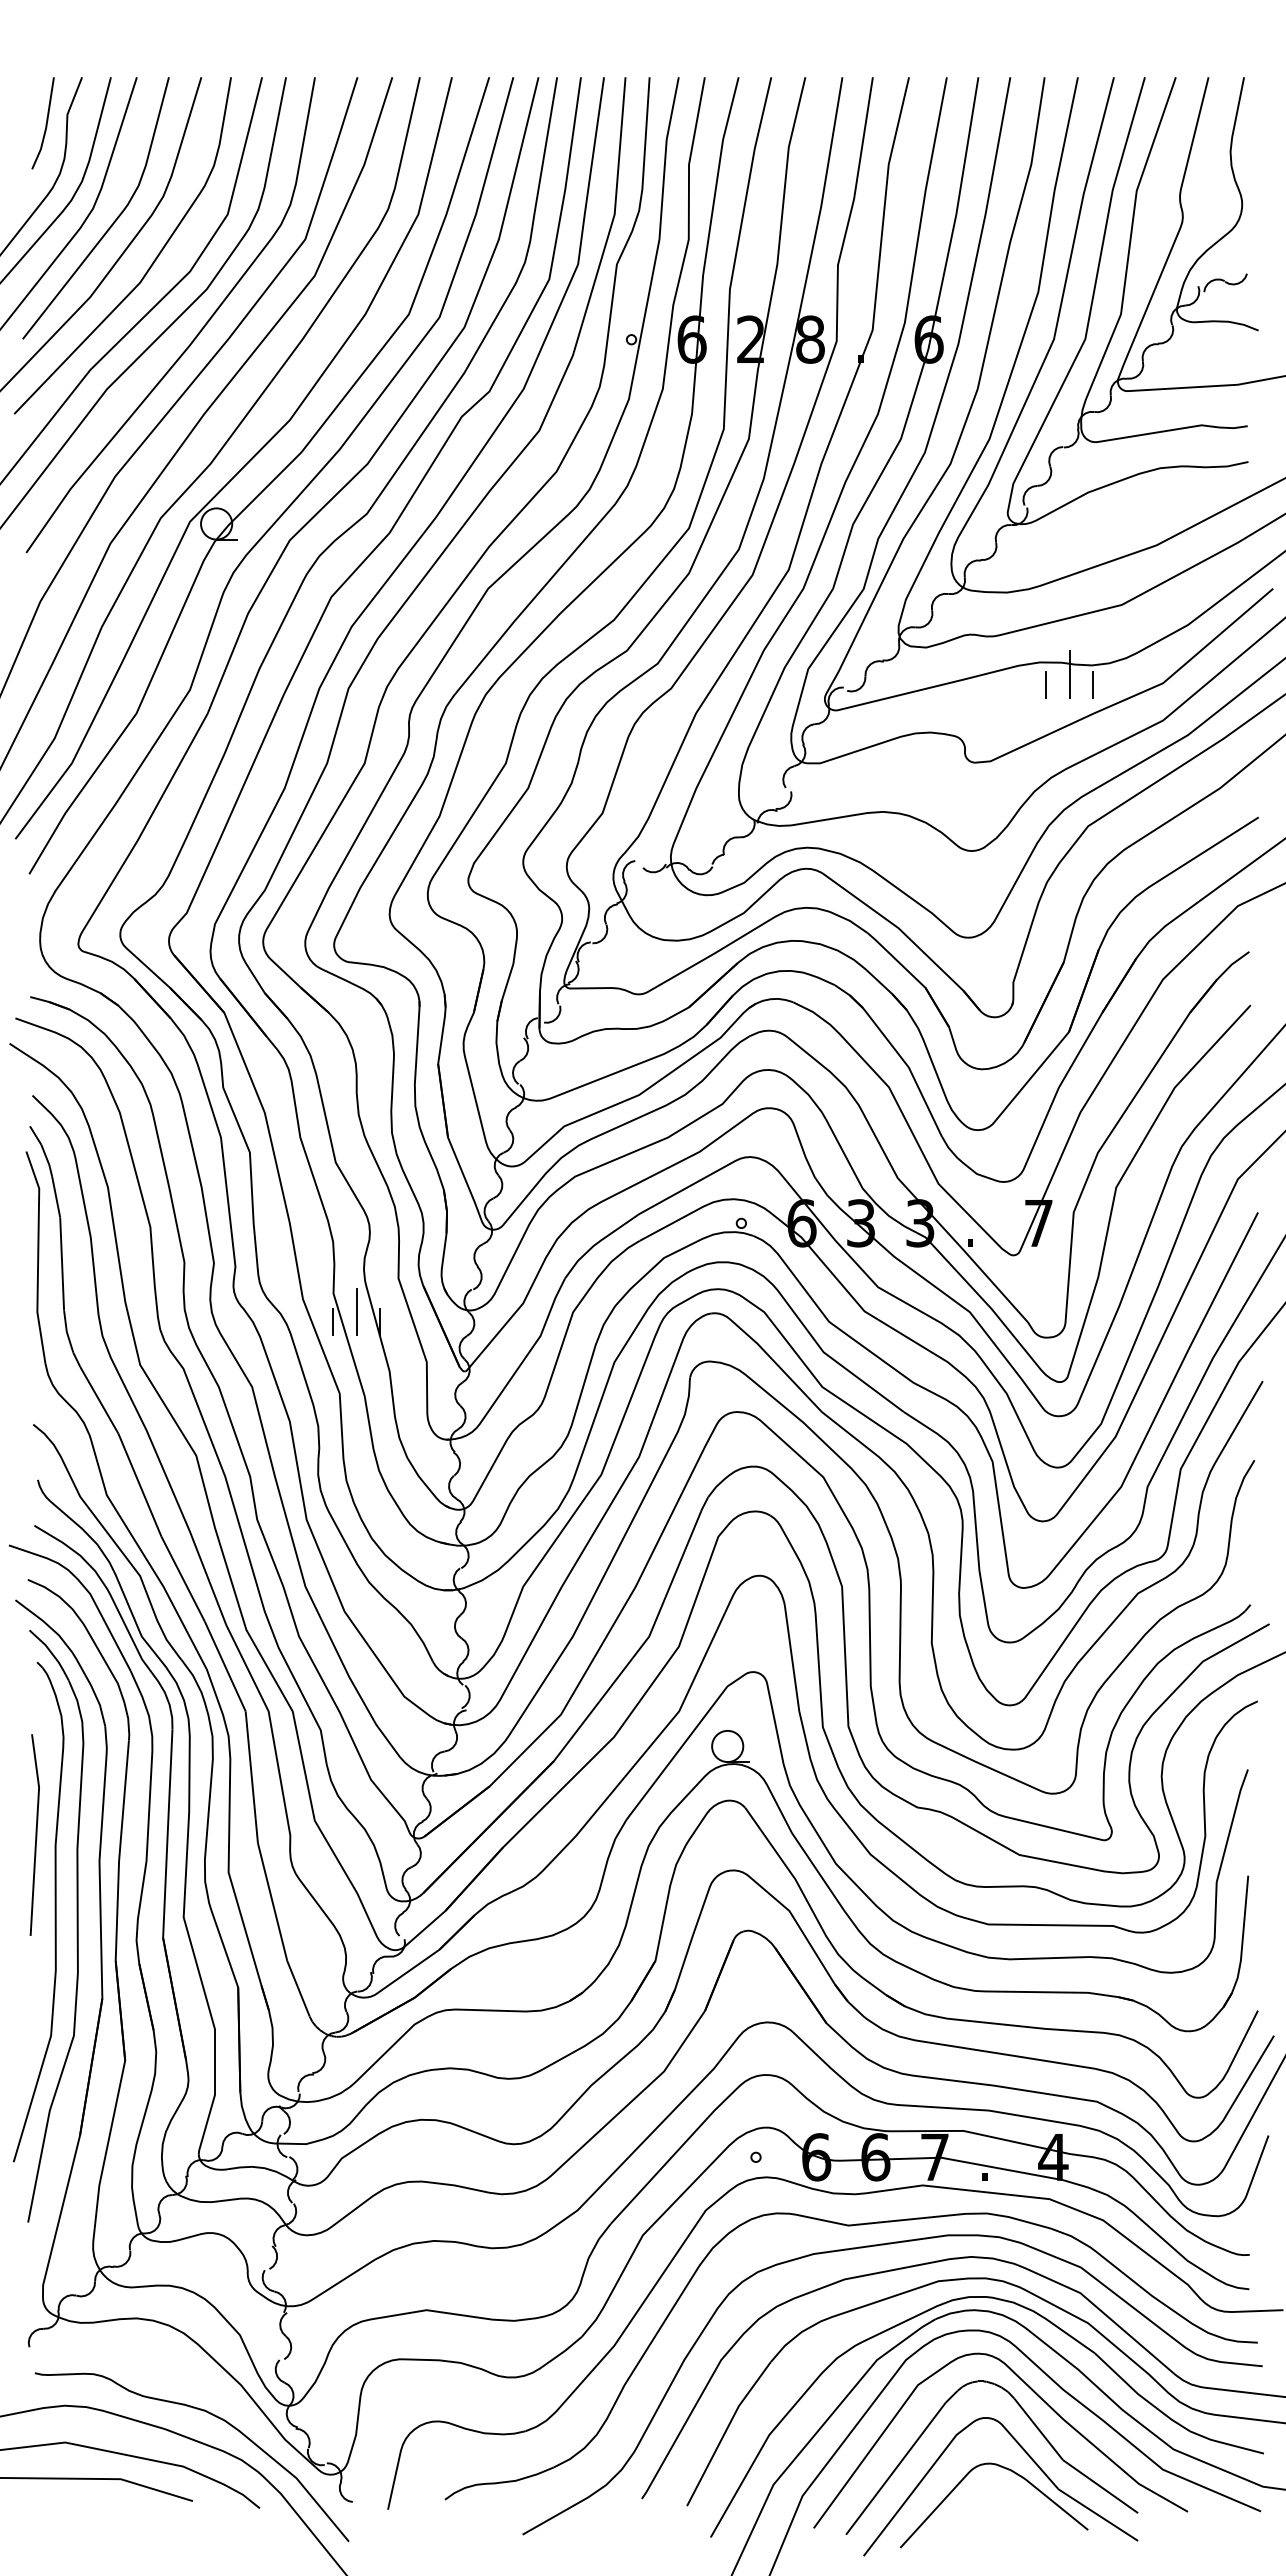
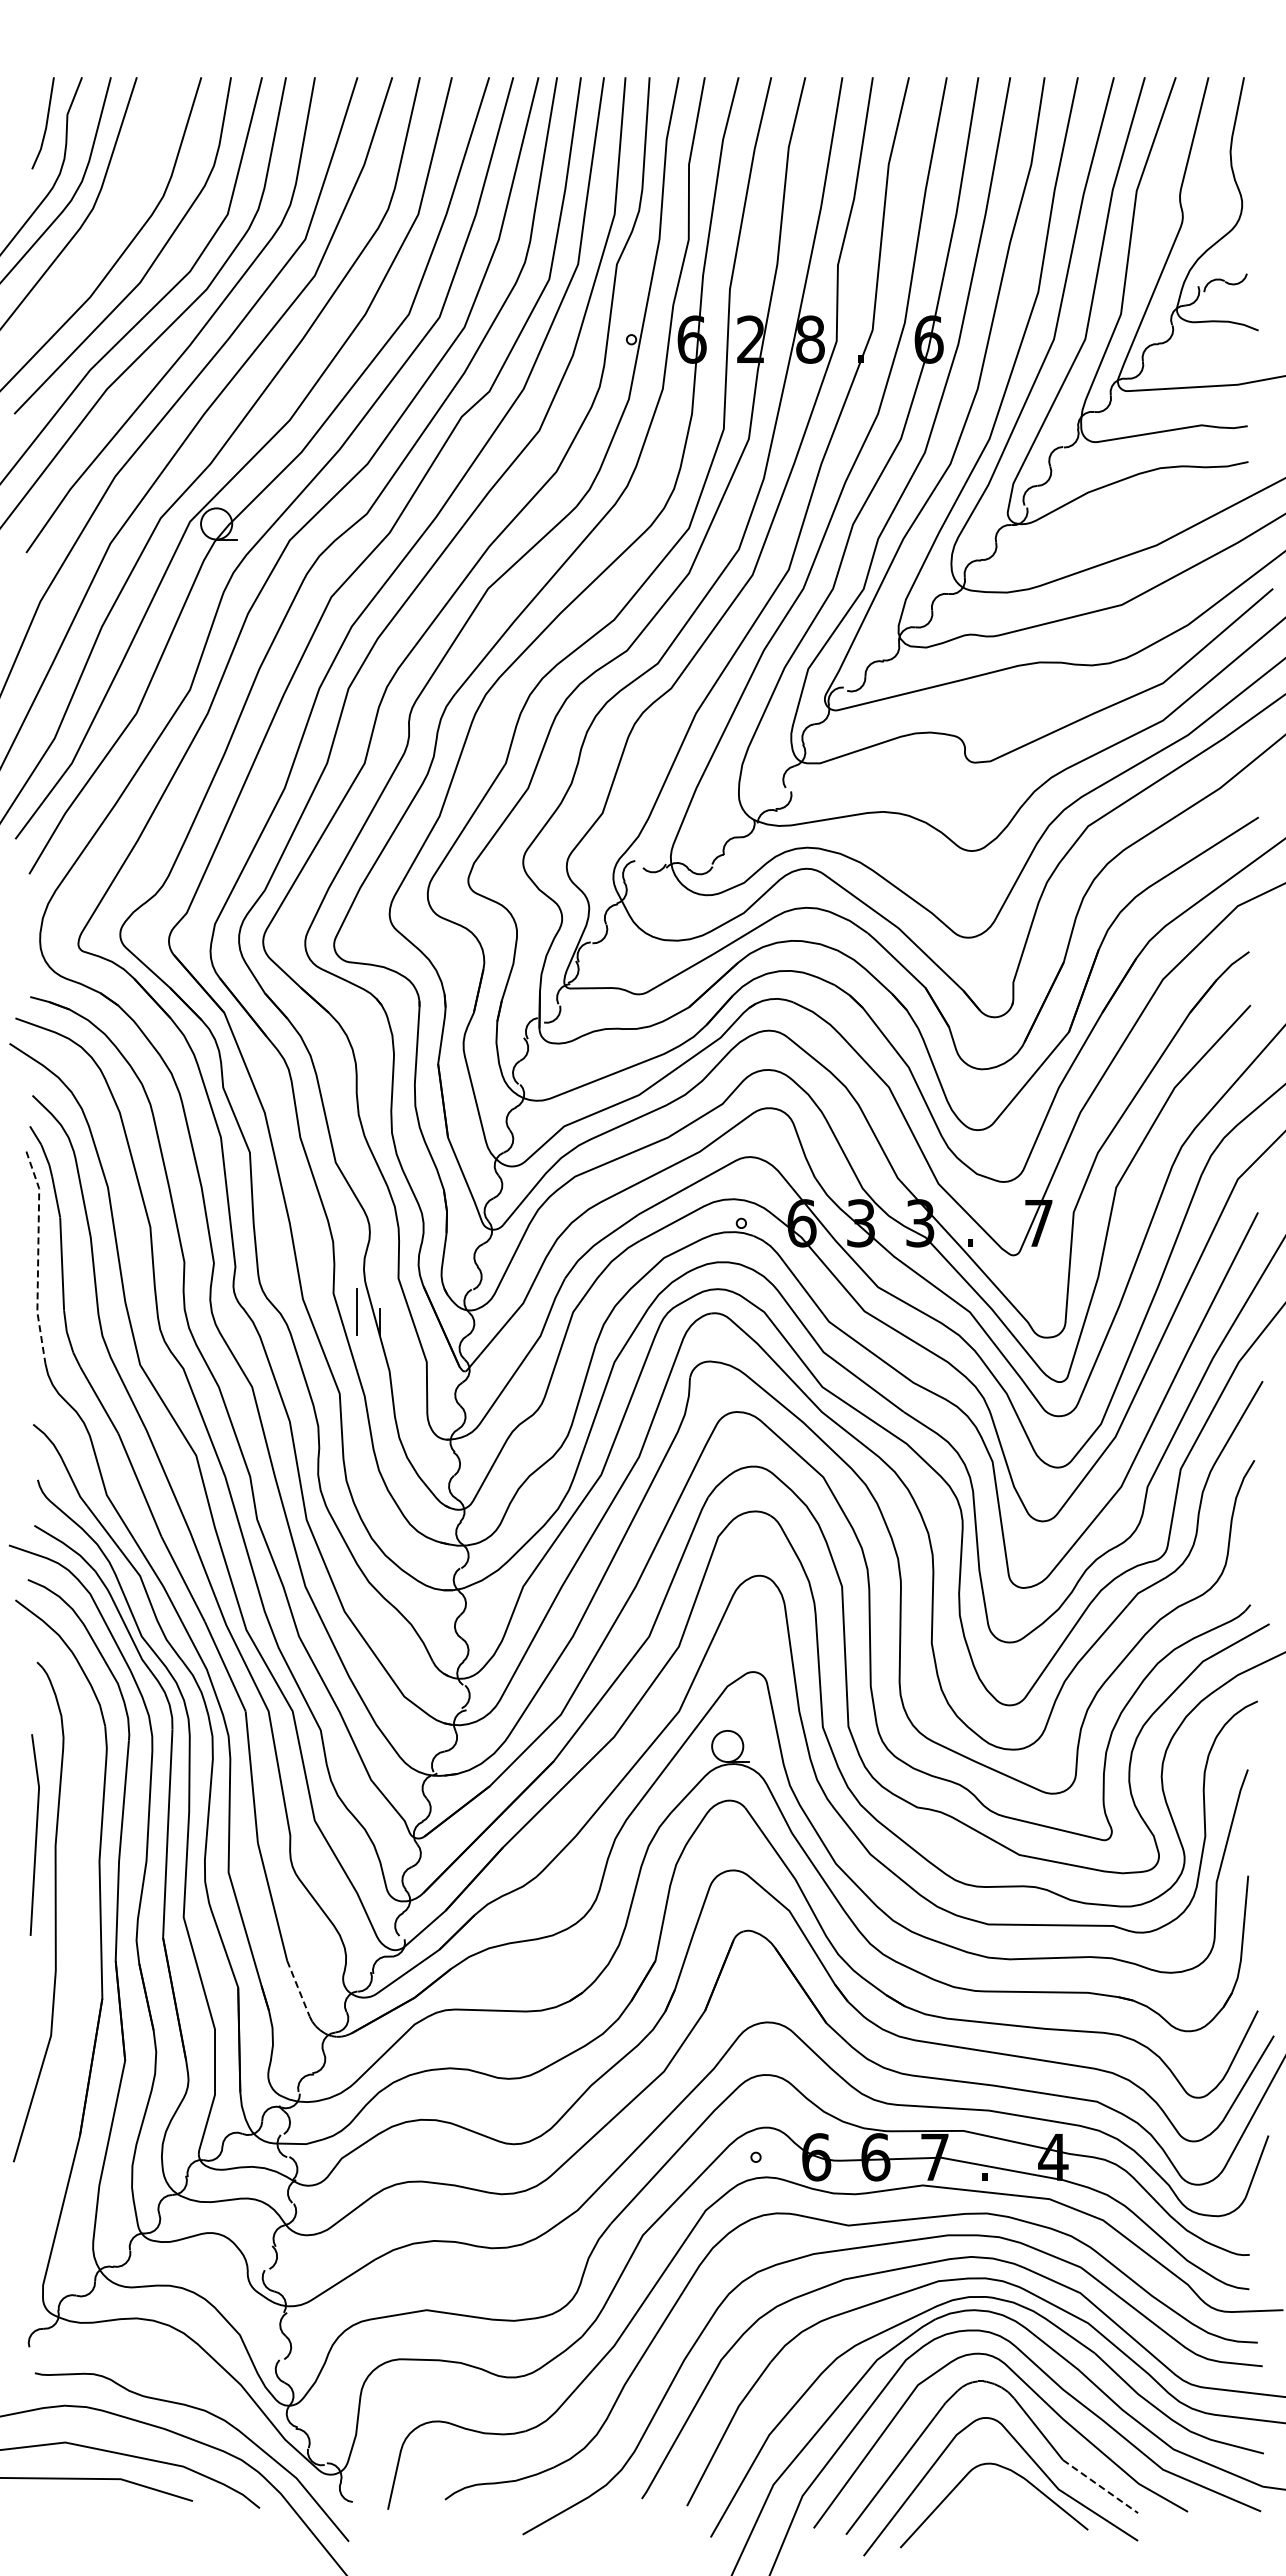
curve at (113, 221): present -> none
line at (1069, 674): present -> none
line at (1046, 684): present -> none
line at (1093, 684): present -> none
line at (38, 1257): solid -> dashed
line at (333, 1322): present -> none
part at (76, 1925): present -> none
line at (298, 1988): solid -> dashed
line at (1100, 2486): solid -> dashed
